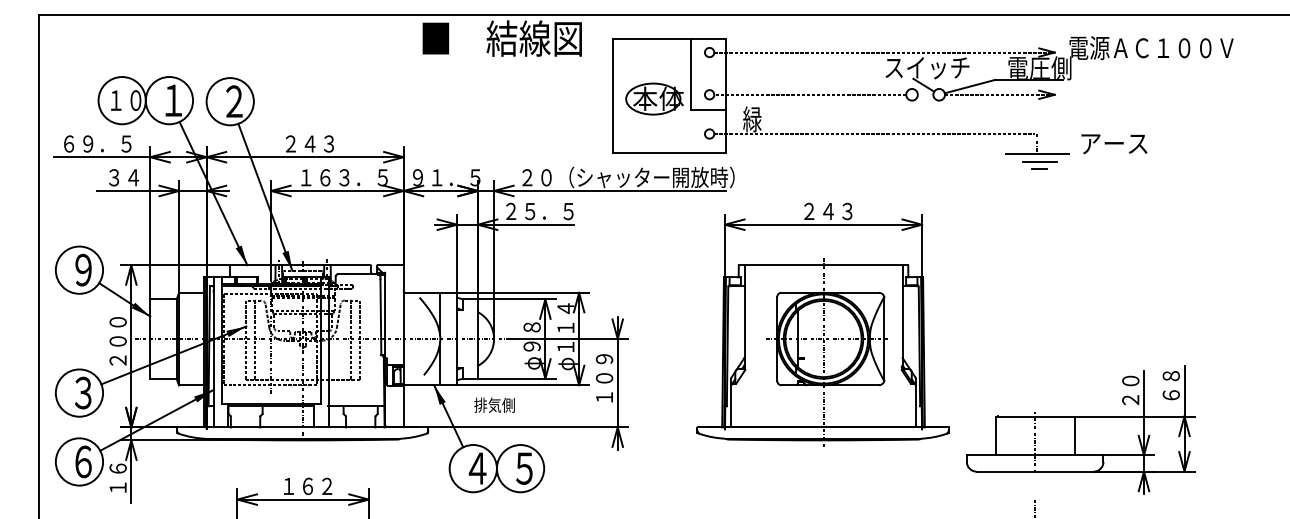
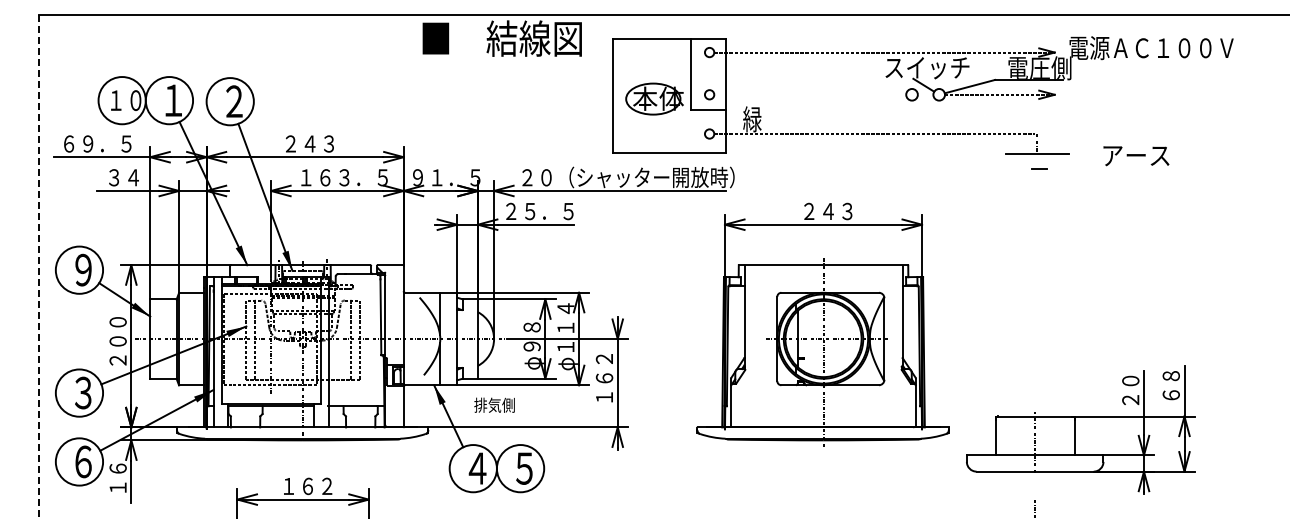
line at (810, 94): present -> none
text at (1114, 144) position: (1114, 144) -> (1136, 156)
line at (1039, 161): present -> none
line at (38, 267): solid -> dashed
text at (604, 368): １０９ -> １６２
